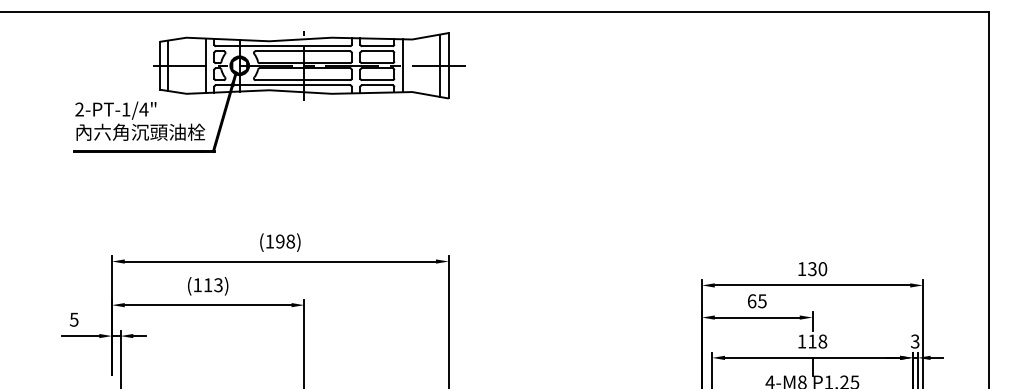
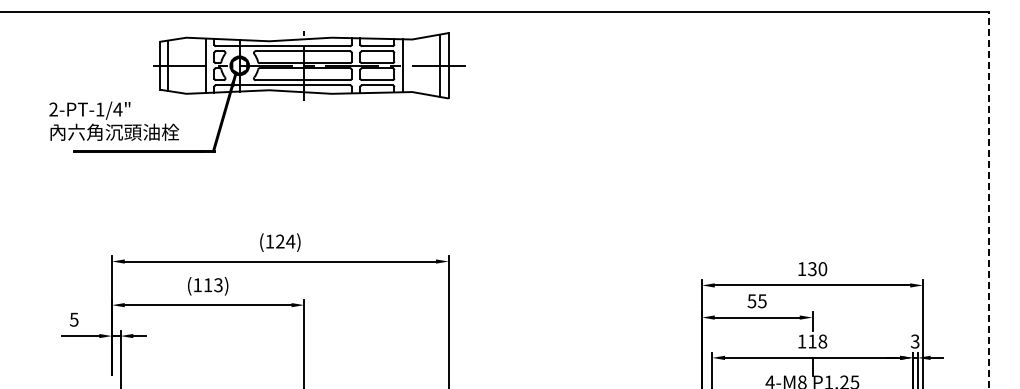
text at (140, 120) position: (140, 120) -> (114, 120)
line at (989, 199): solid -> dashed
text at (285, 241): (198) -> (124)
text at (751, 301): 65 -> 55
